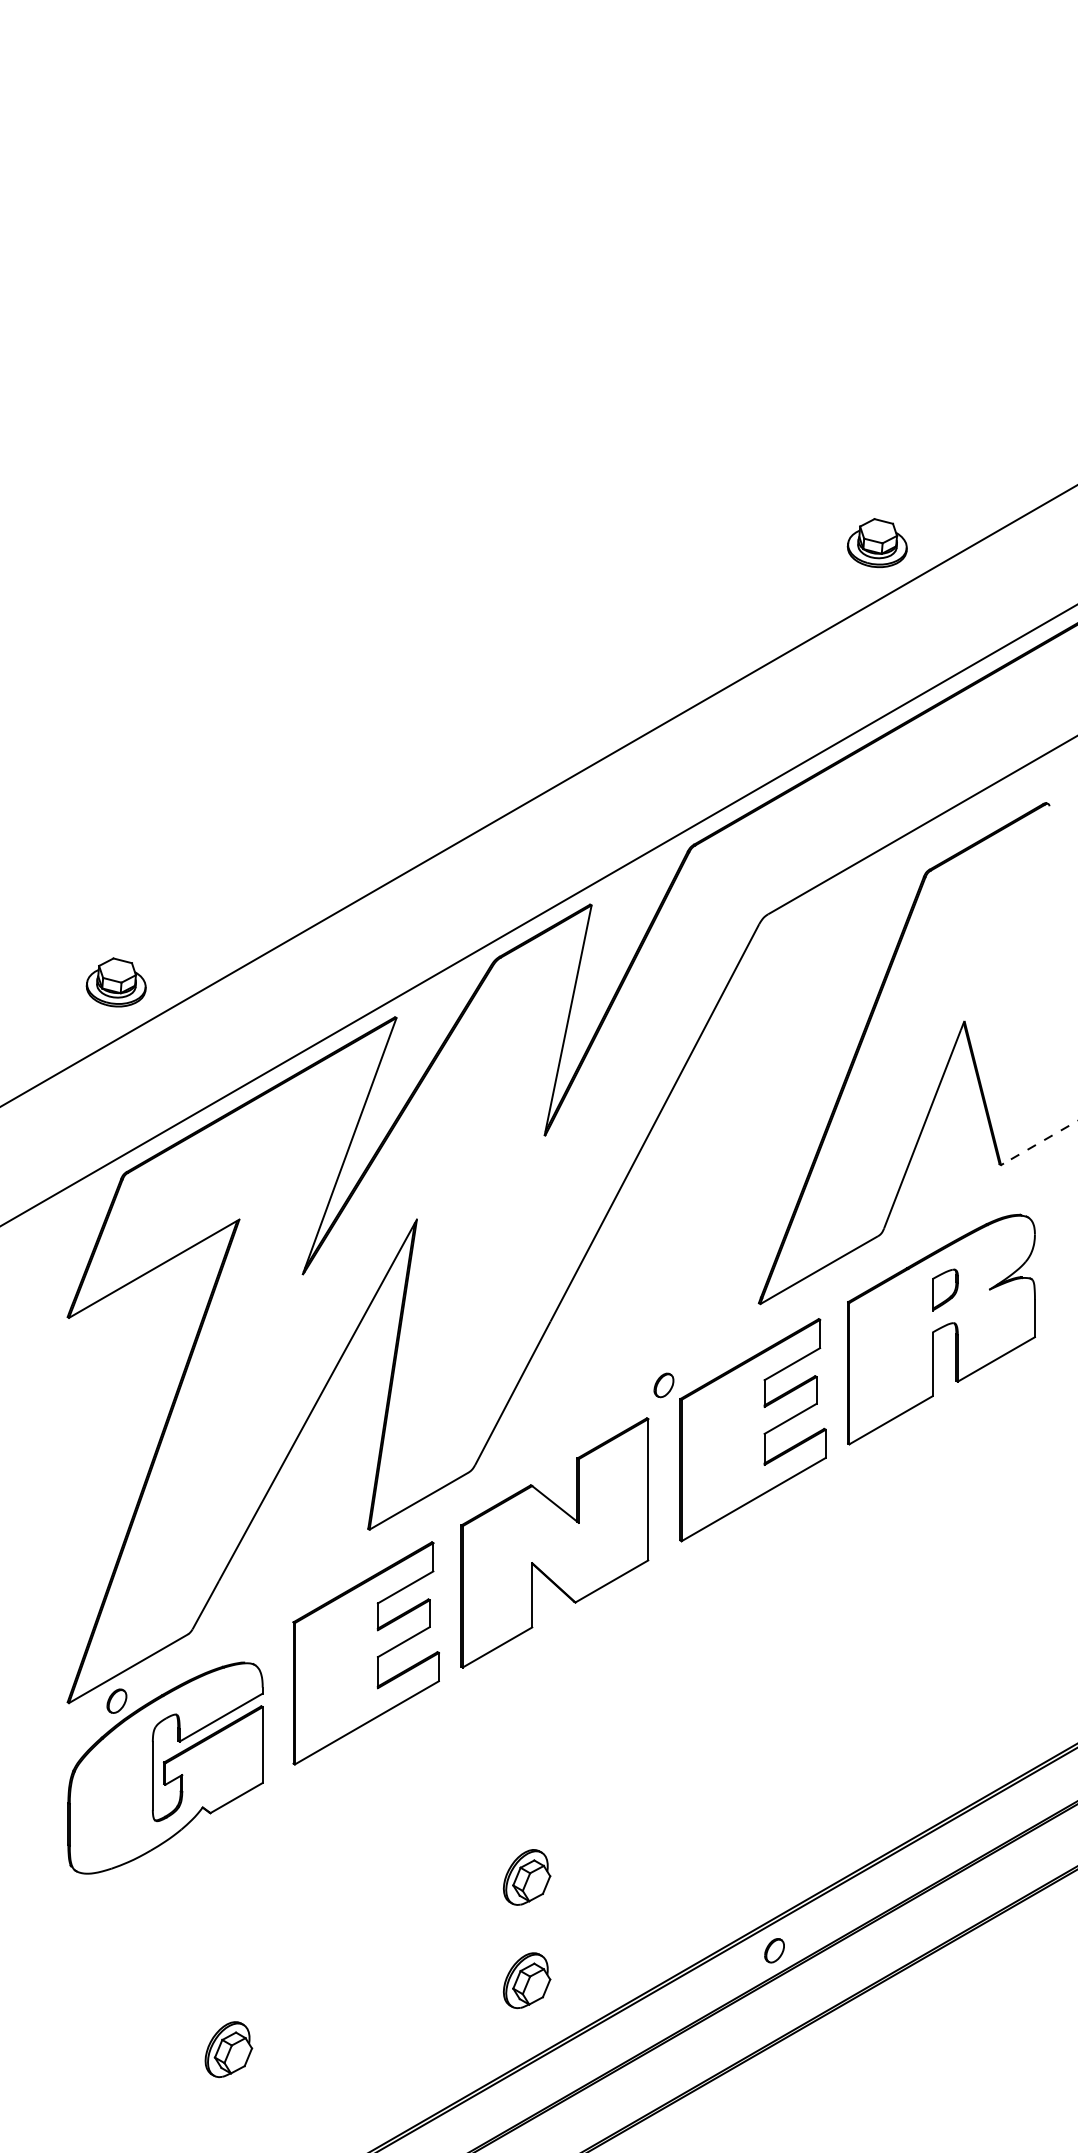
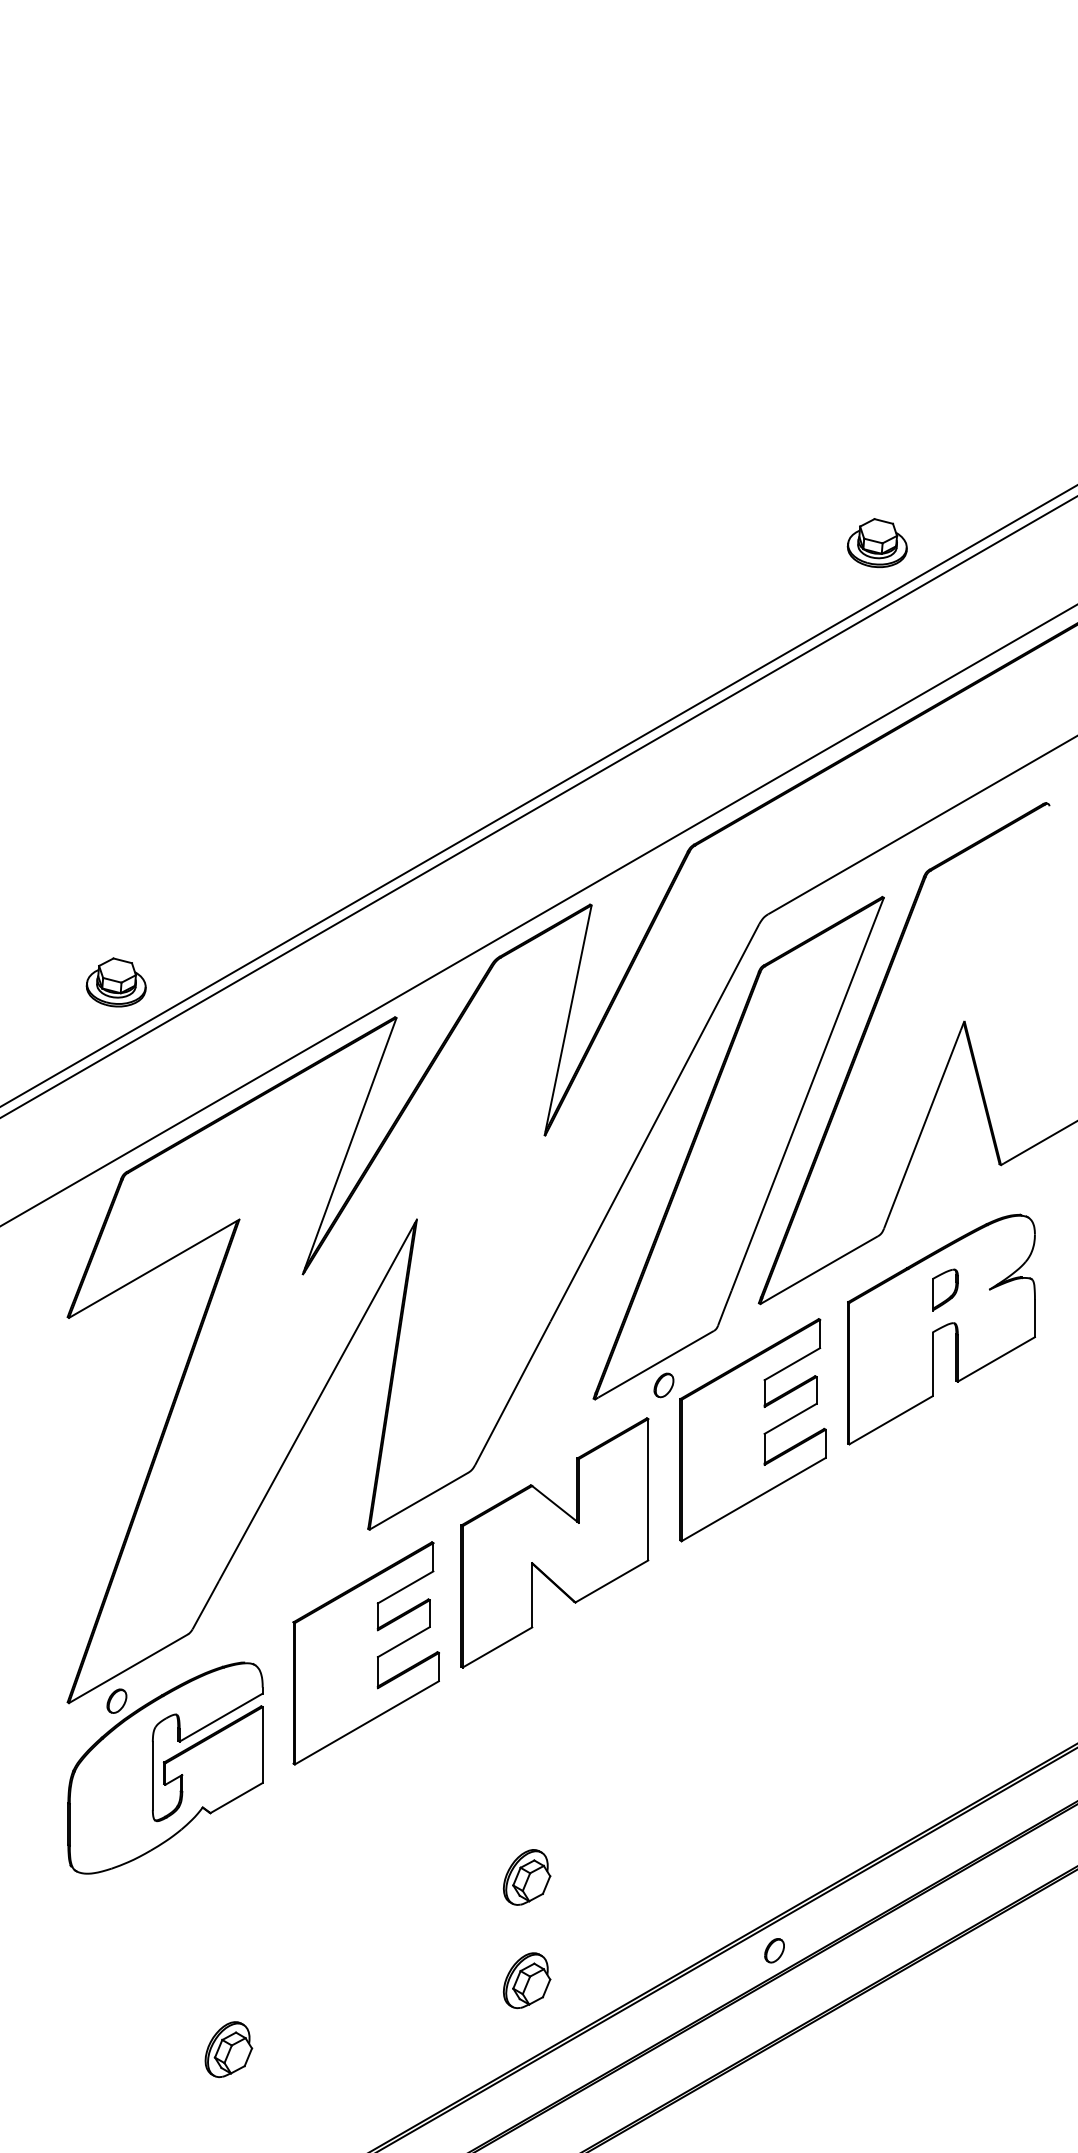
line at (538, 806): none -> present
line at (1040, 1142): dashed -> solid
part at (738, 1148): none -> present
